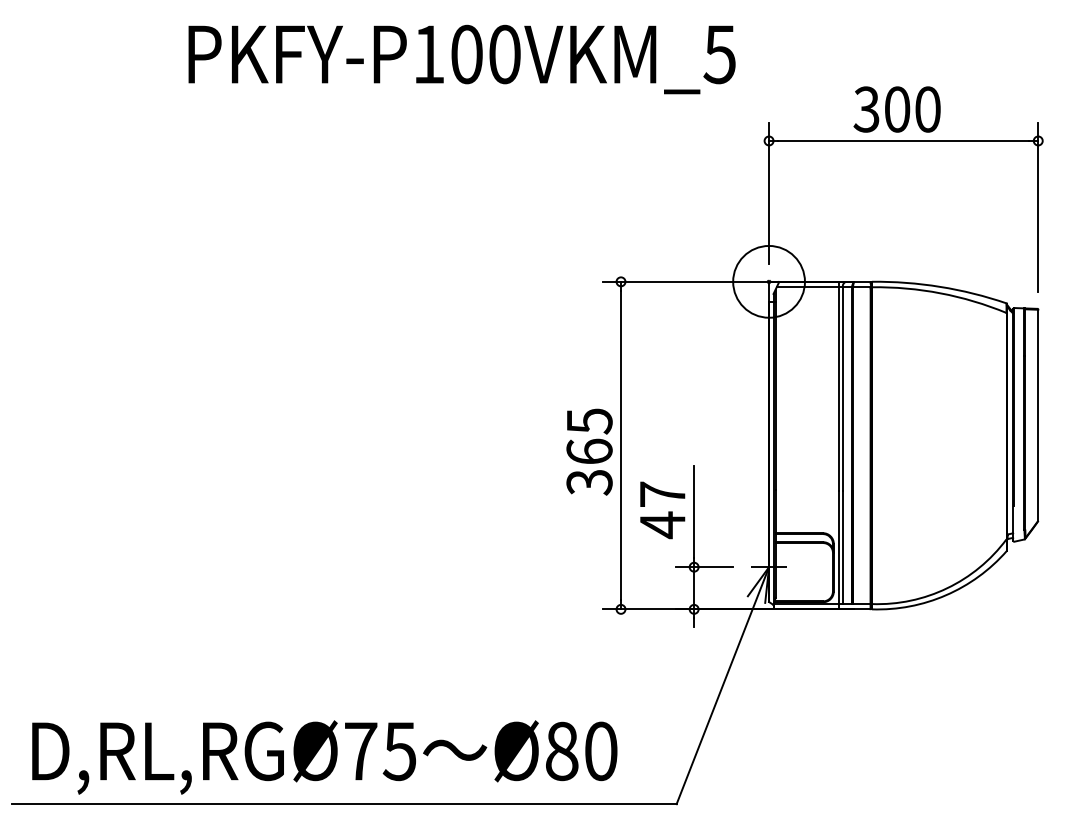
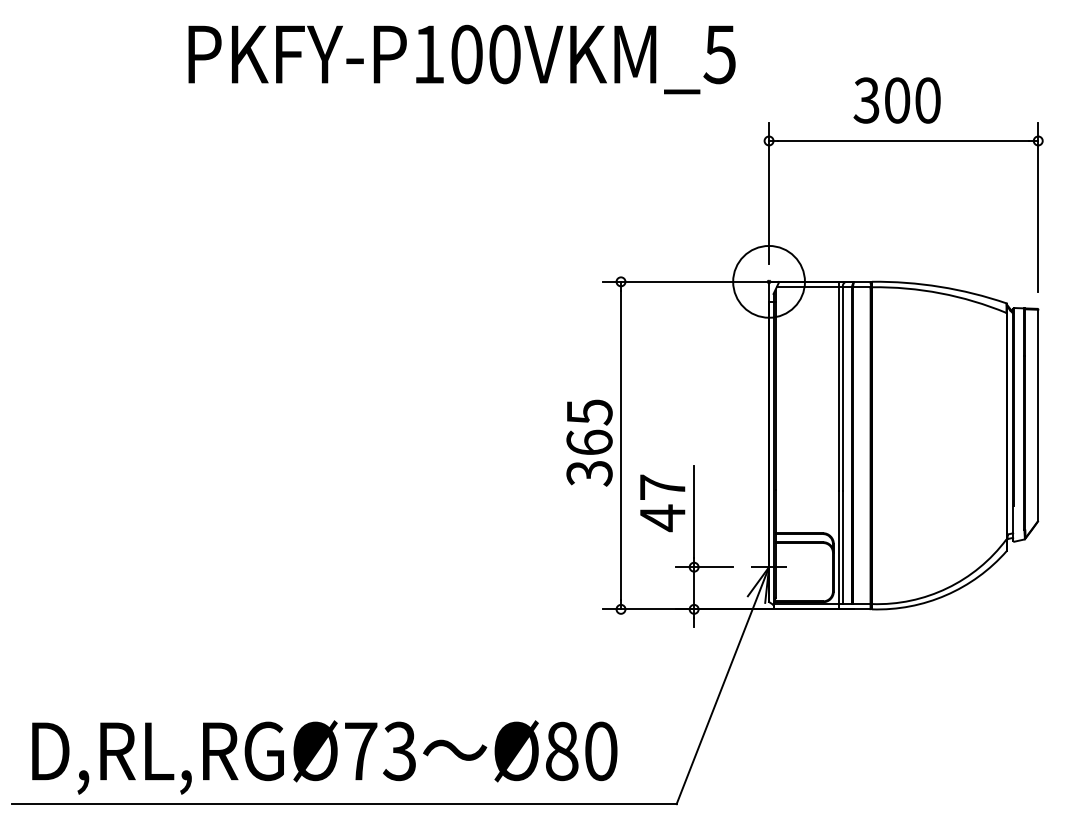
text at (896, 109) position: (896, 109) -> (896, 100)
text at (589, 451) position: (589, 451) -> (589, 442)
text at (662, 510) position: (662, 510) -> (662, 503)
text at (399, 750): D,RL,RGØ75 -> D,RL,RGØ73
